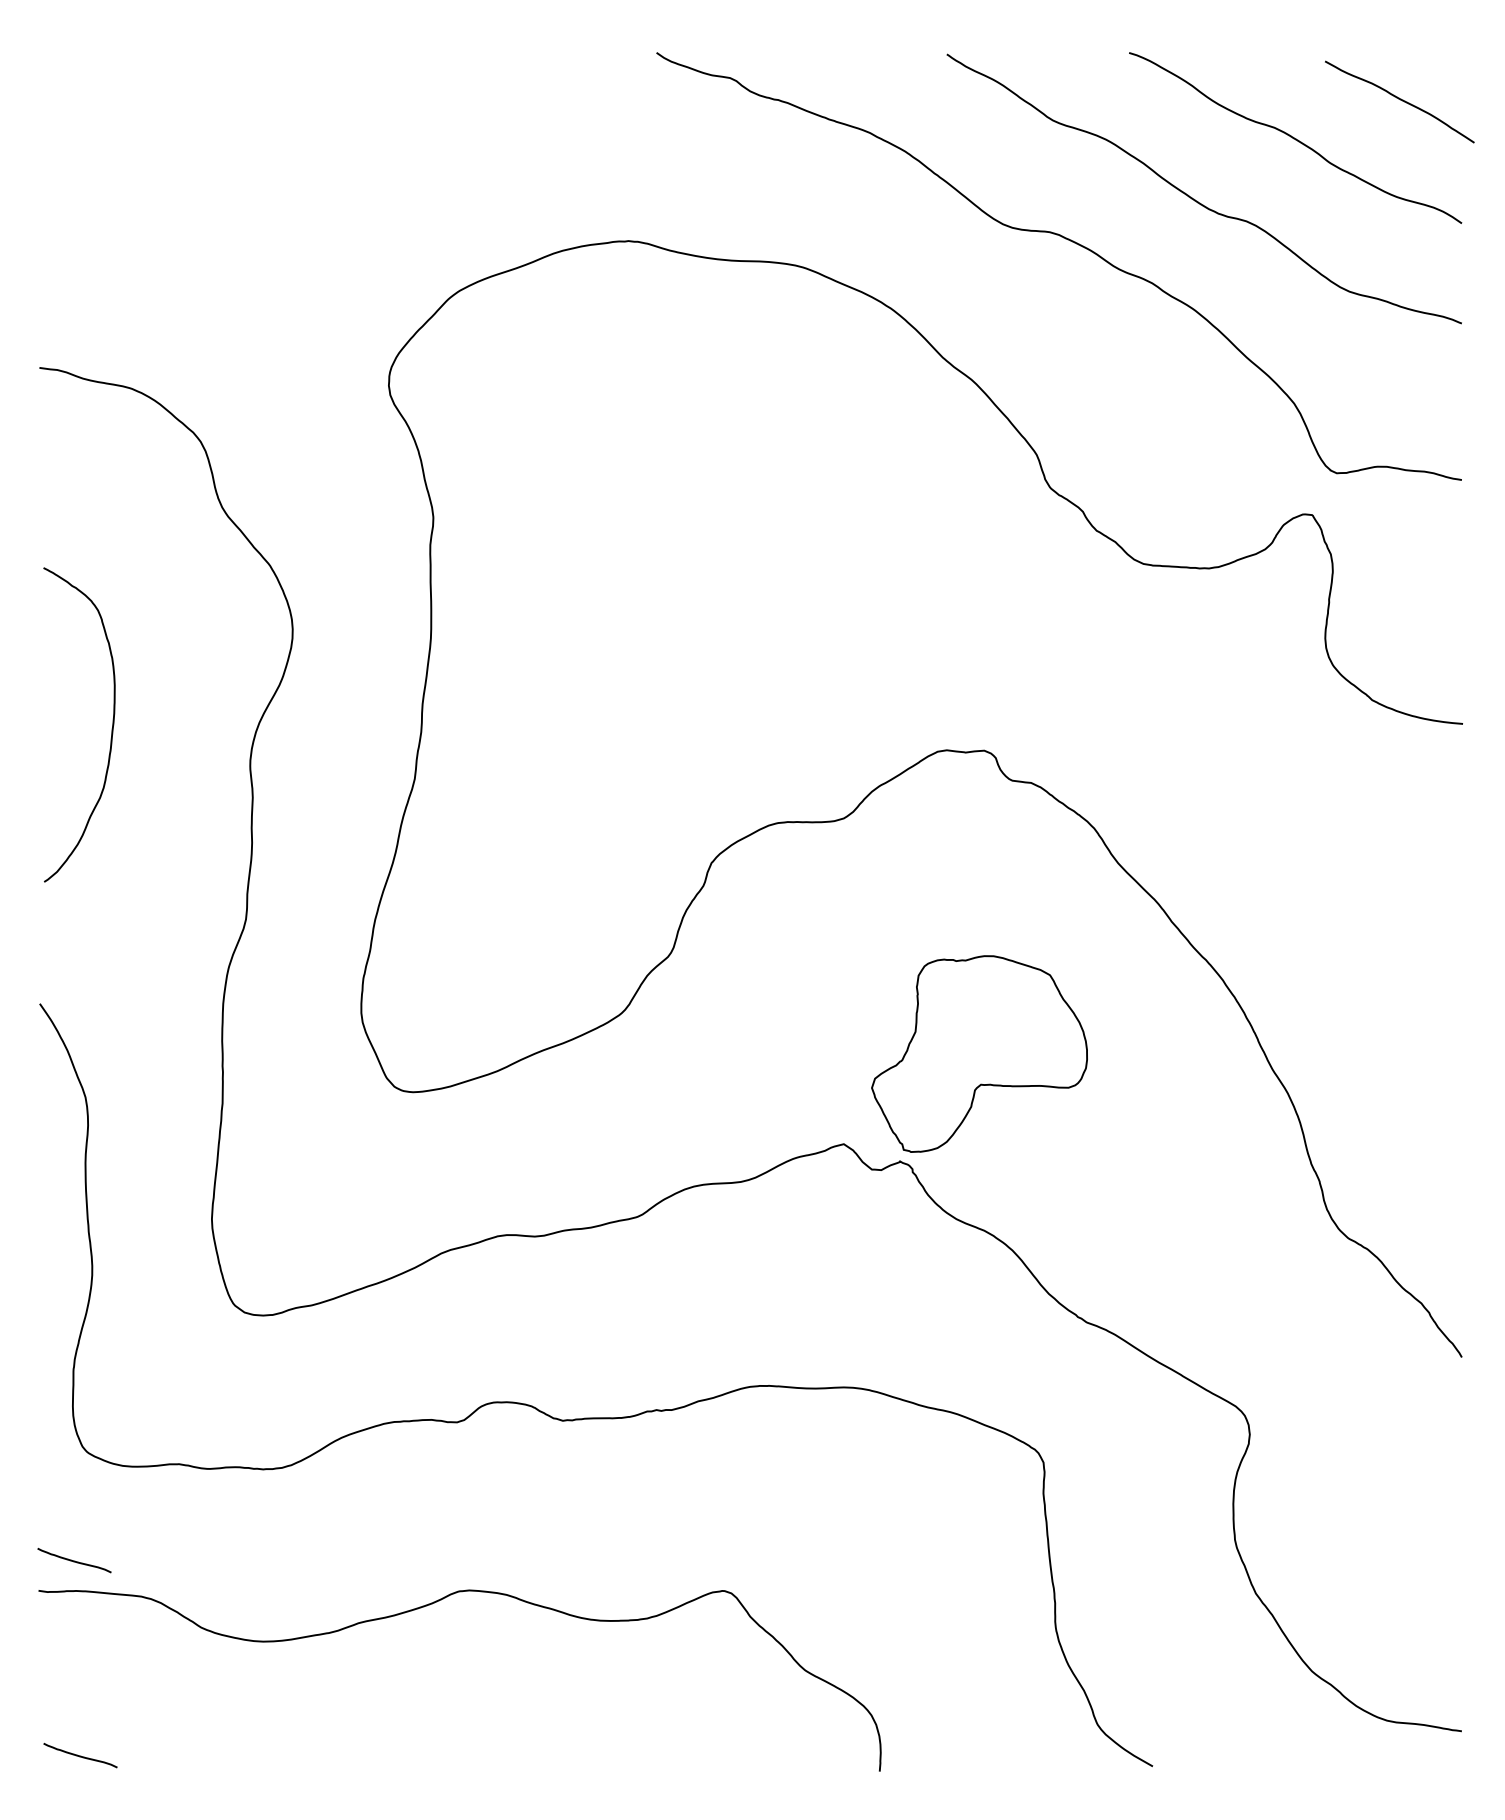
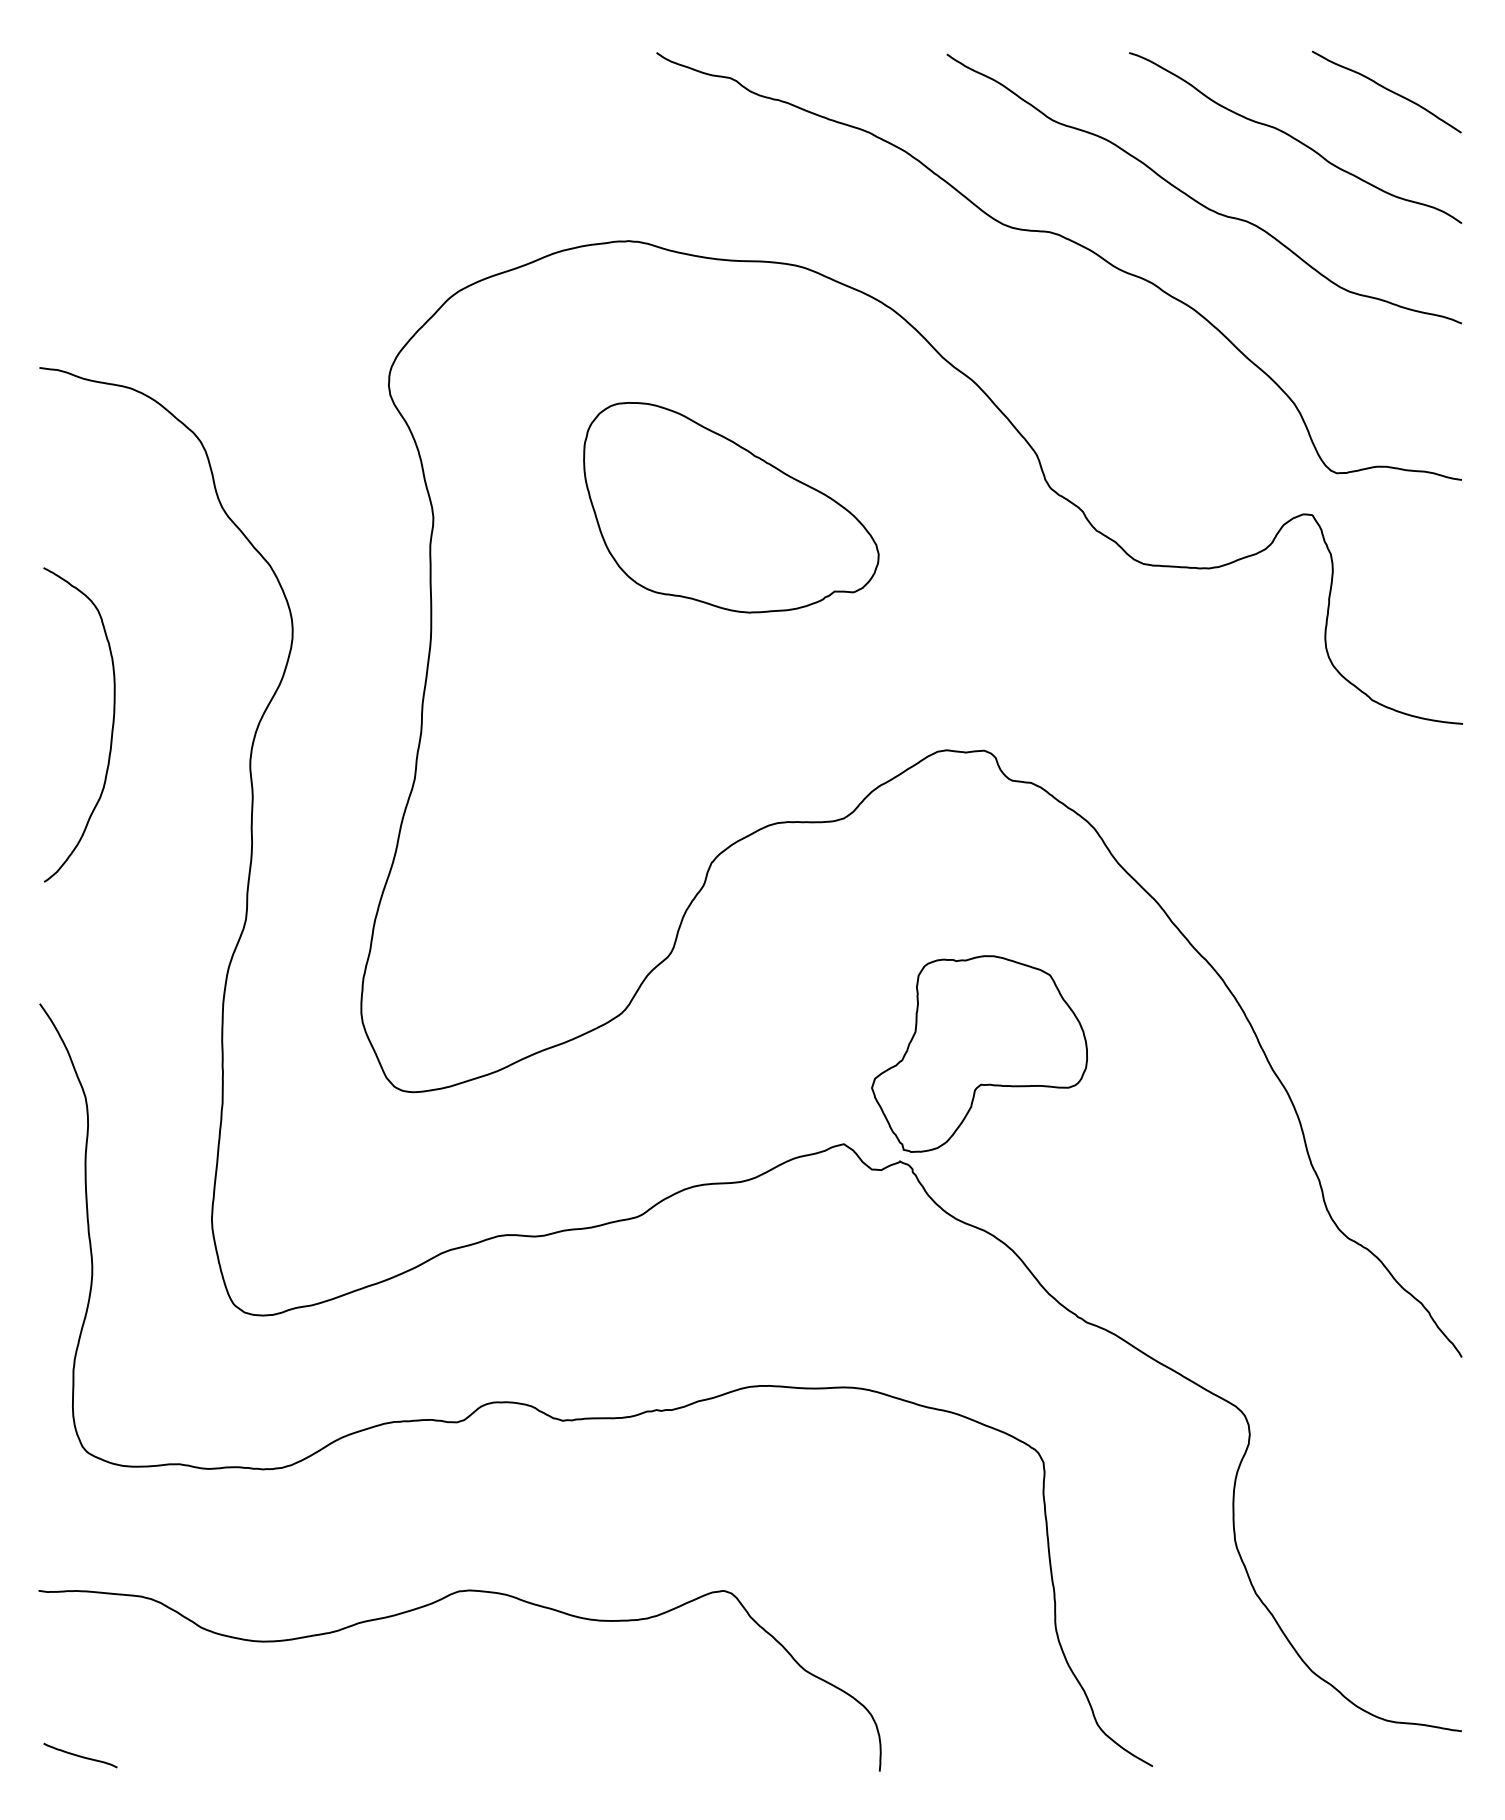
curve at (1400, 100) position: (1400, 100) -> (1387, 90)
part at (731, 507): none -> present
curve at (74, 1560): present -> none
